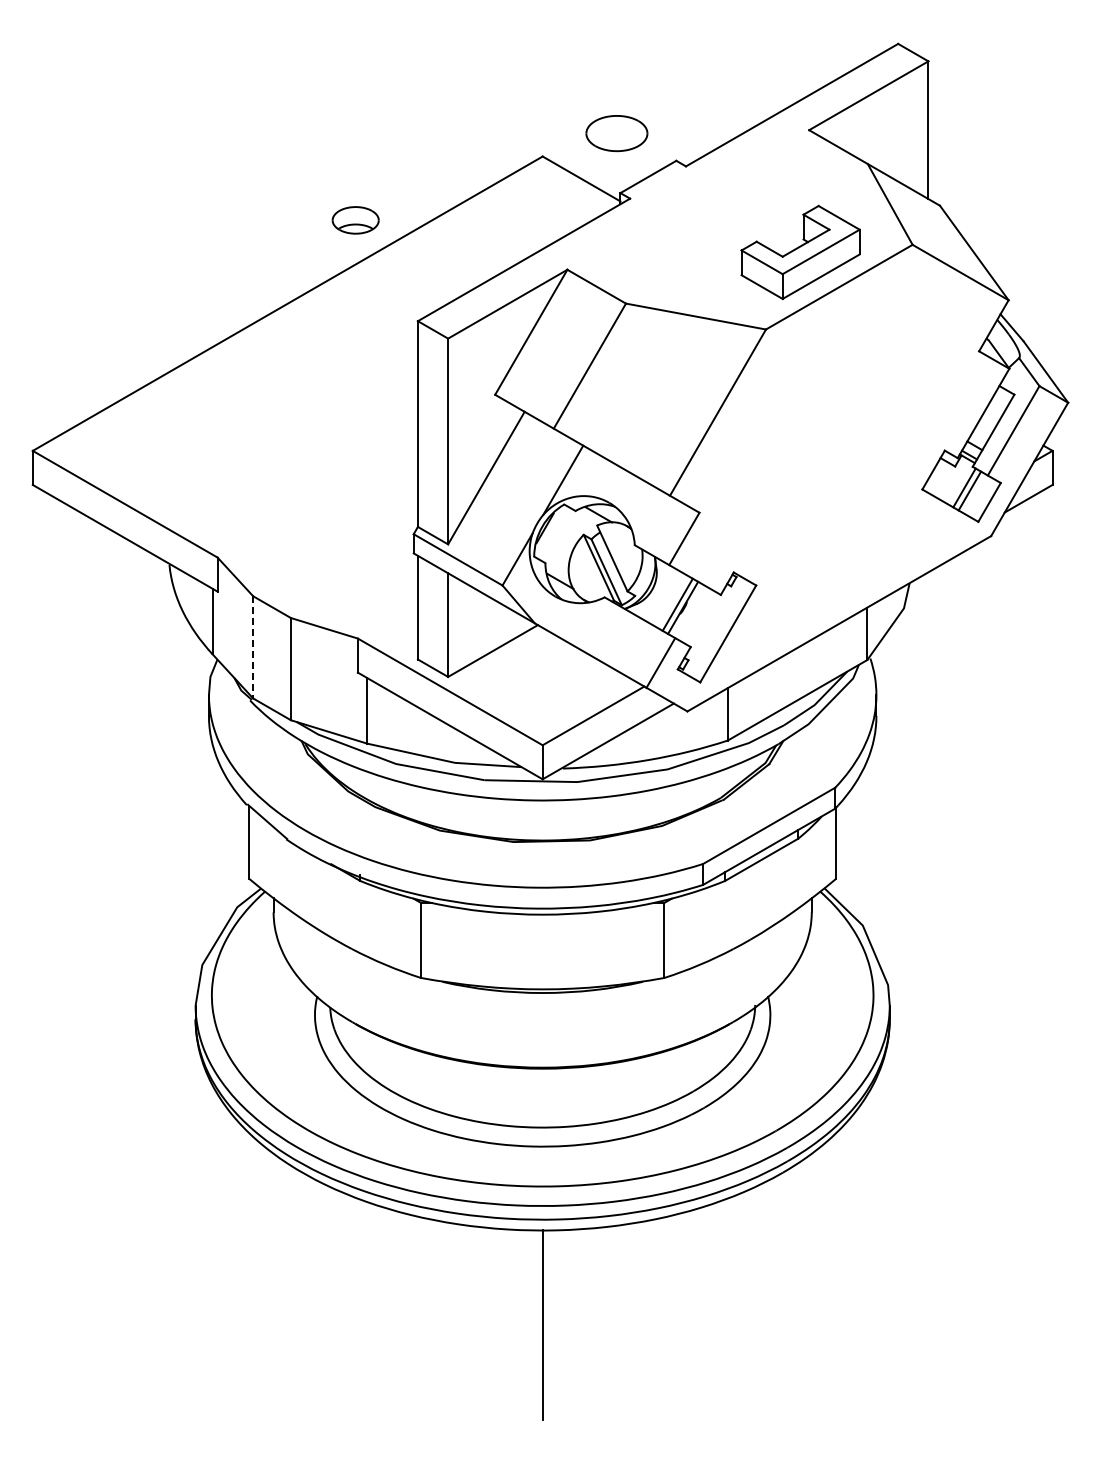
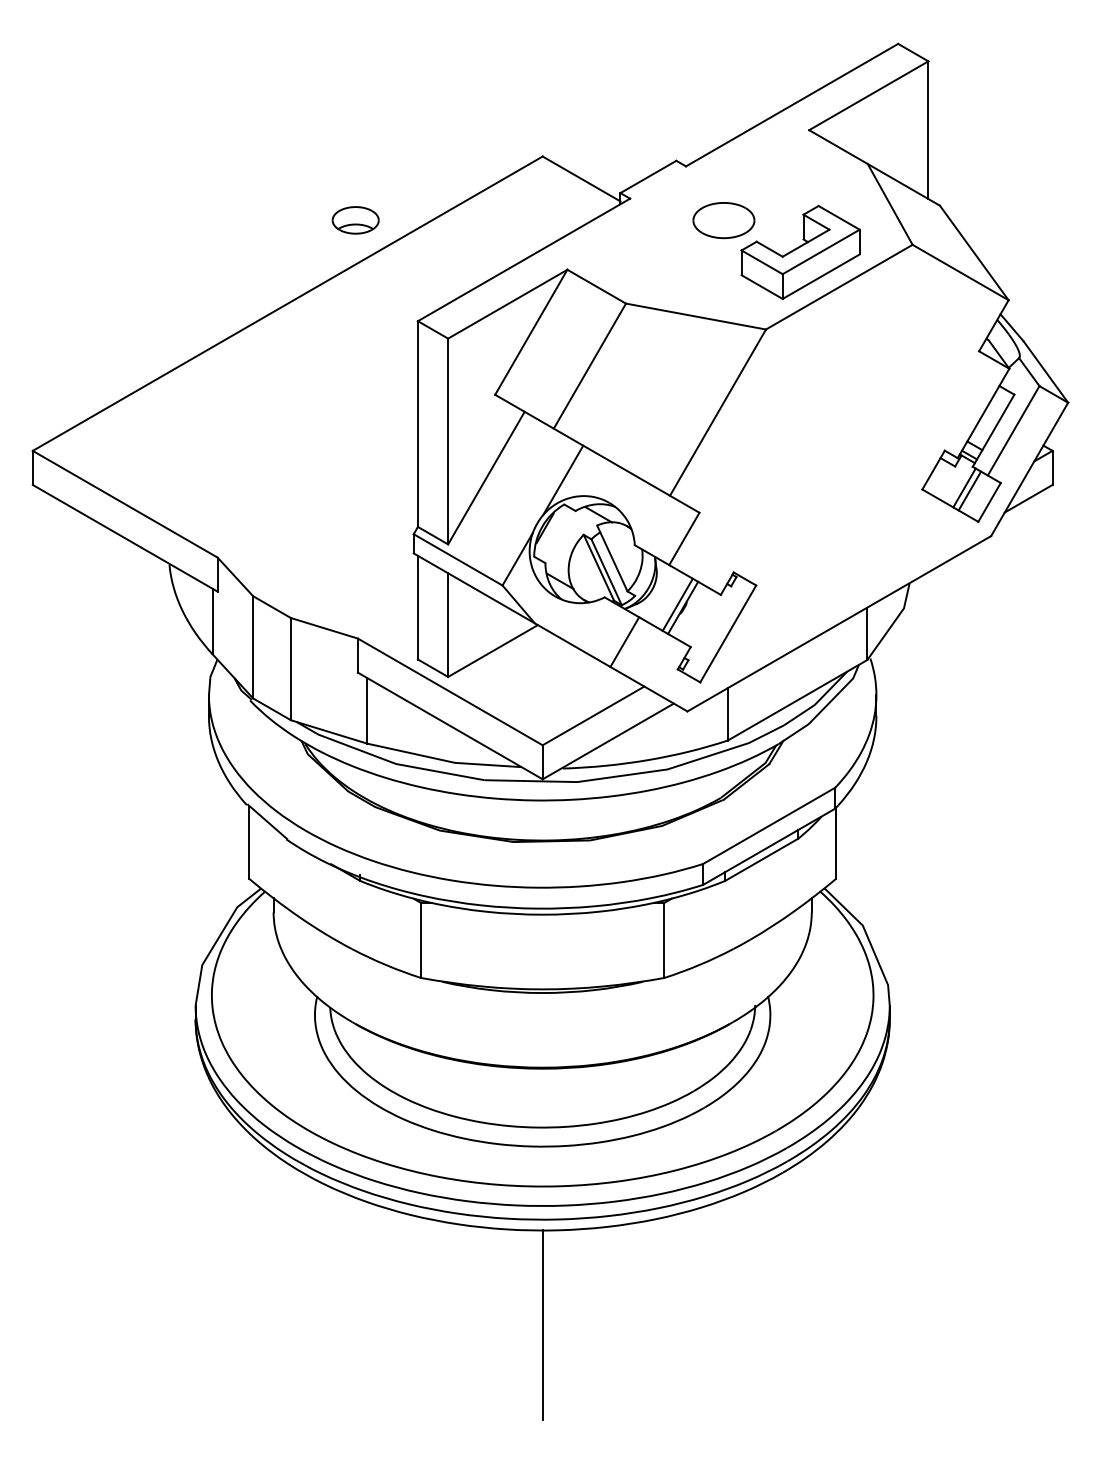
part at (616, 133) position: (616, 133) -> (723, 220)
line at (253, 647): dashed -> solid
line at (660, 662) position: (660, 662) -> (624, 641)
